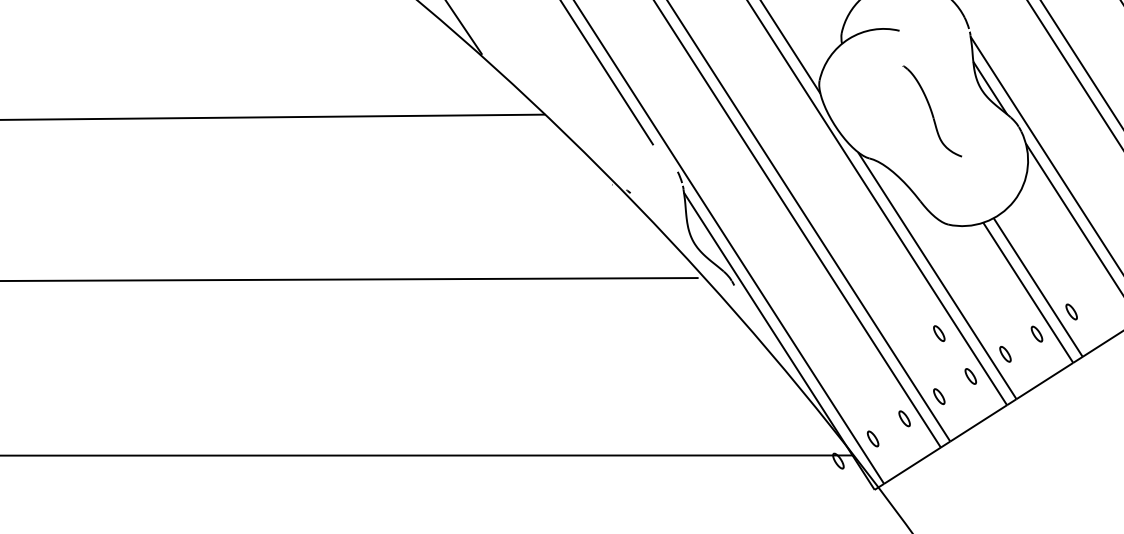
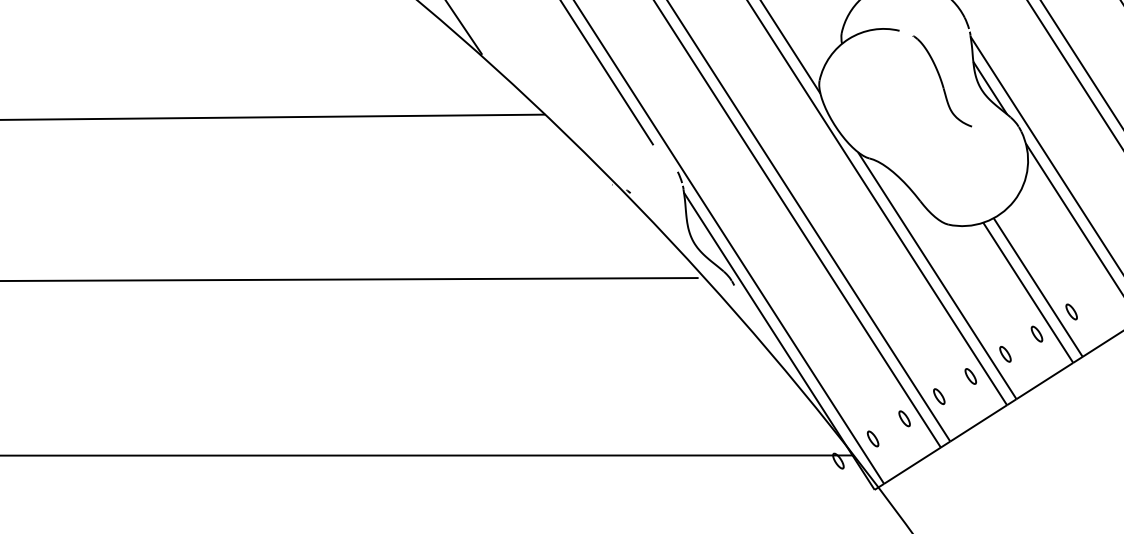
part at (932, 111) position: (932, 111) -> (942, 81)
part at (939, 333): present -> none
